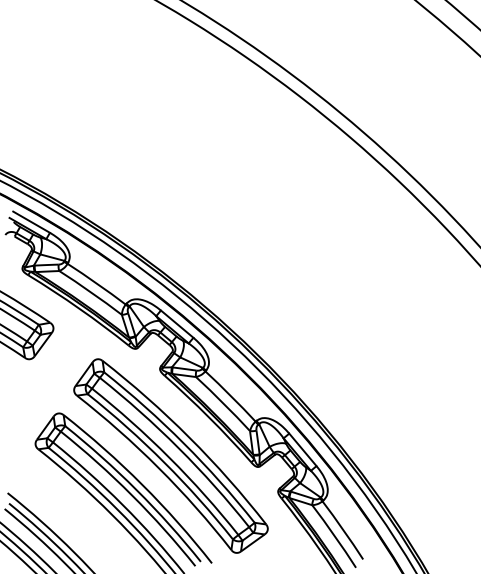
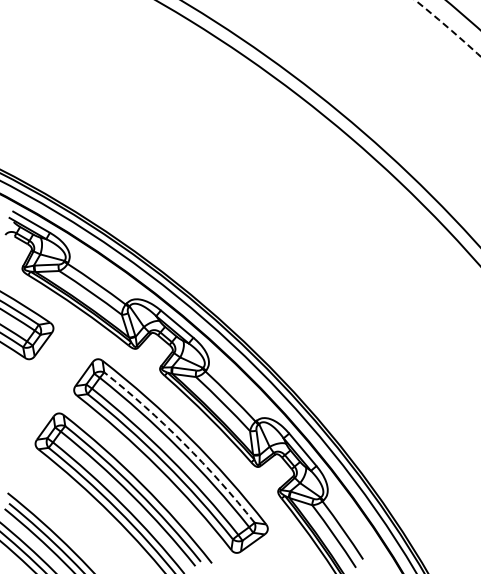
circle at (447, 28): solid -> dashed
arc at (183, 443): solid -> dashed
